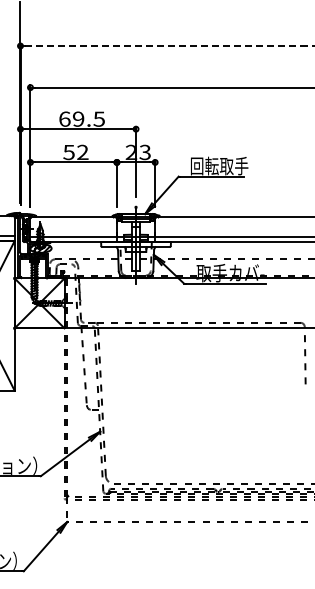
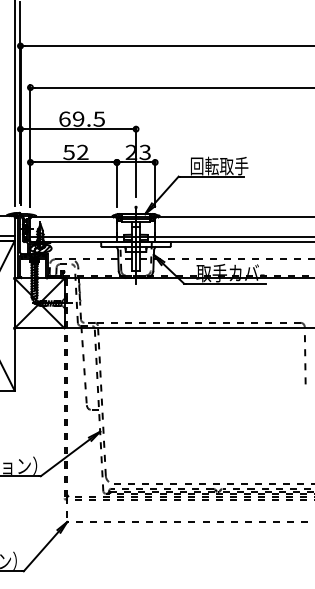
line at (170, 46): dashed -> solid
line at (14, 104): none -> present
